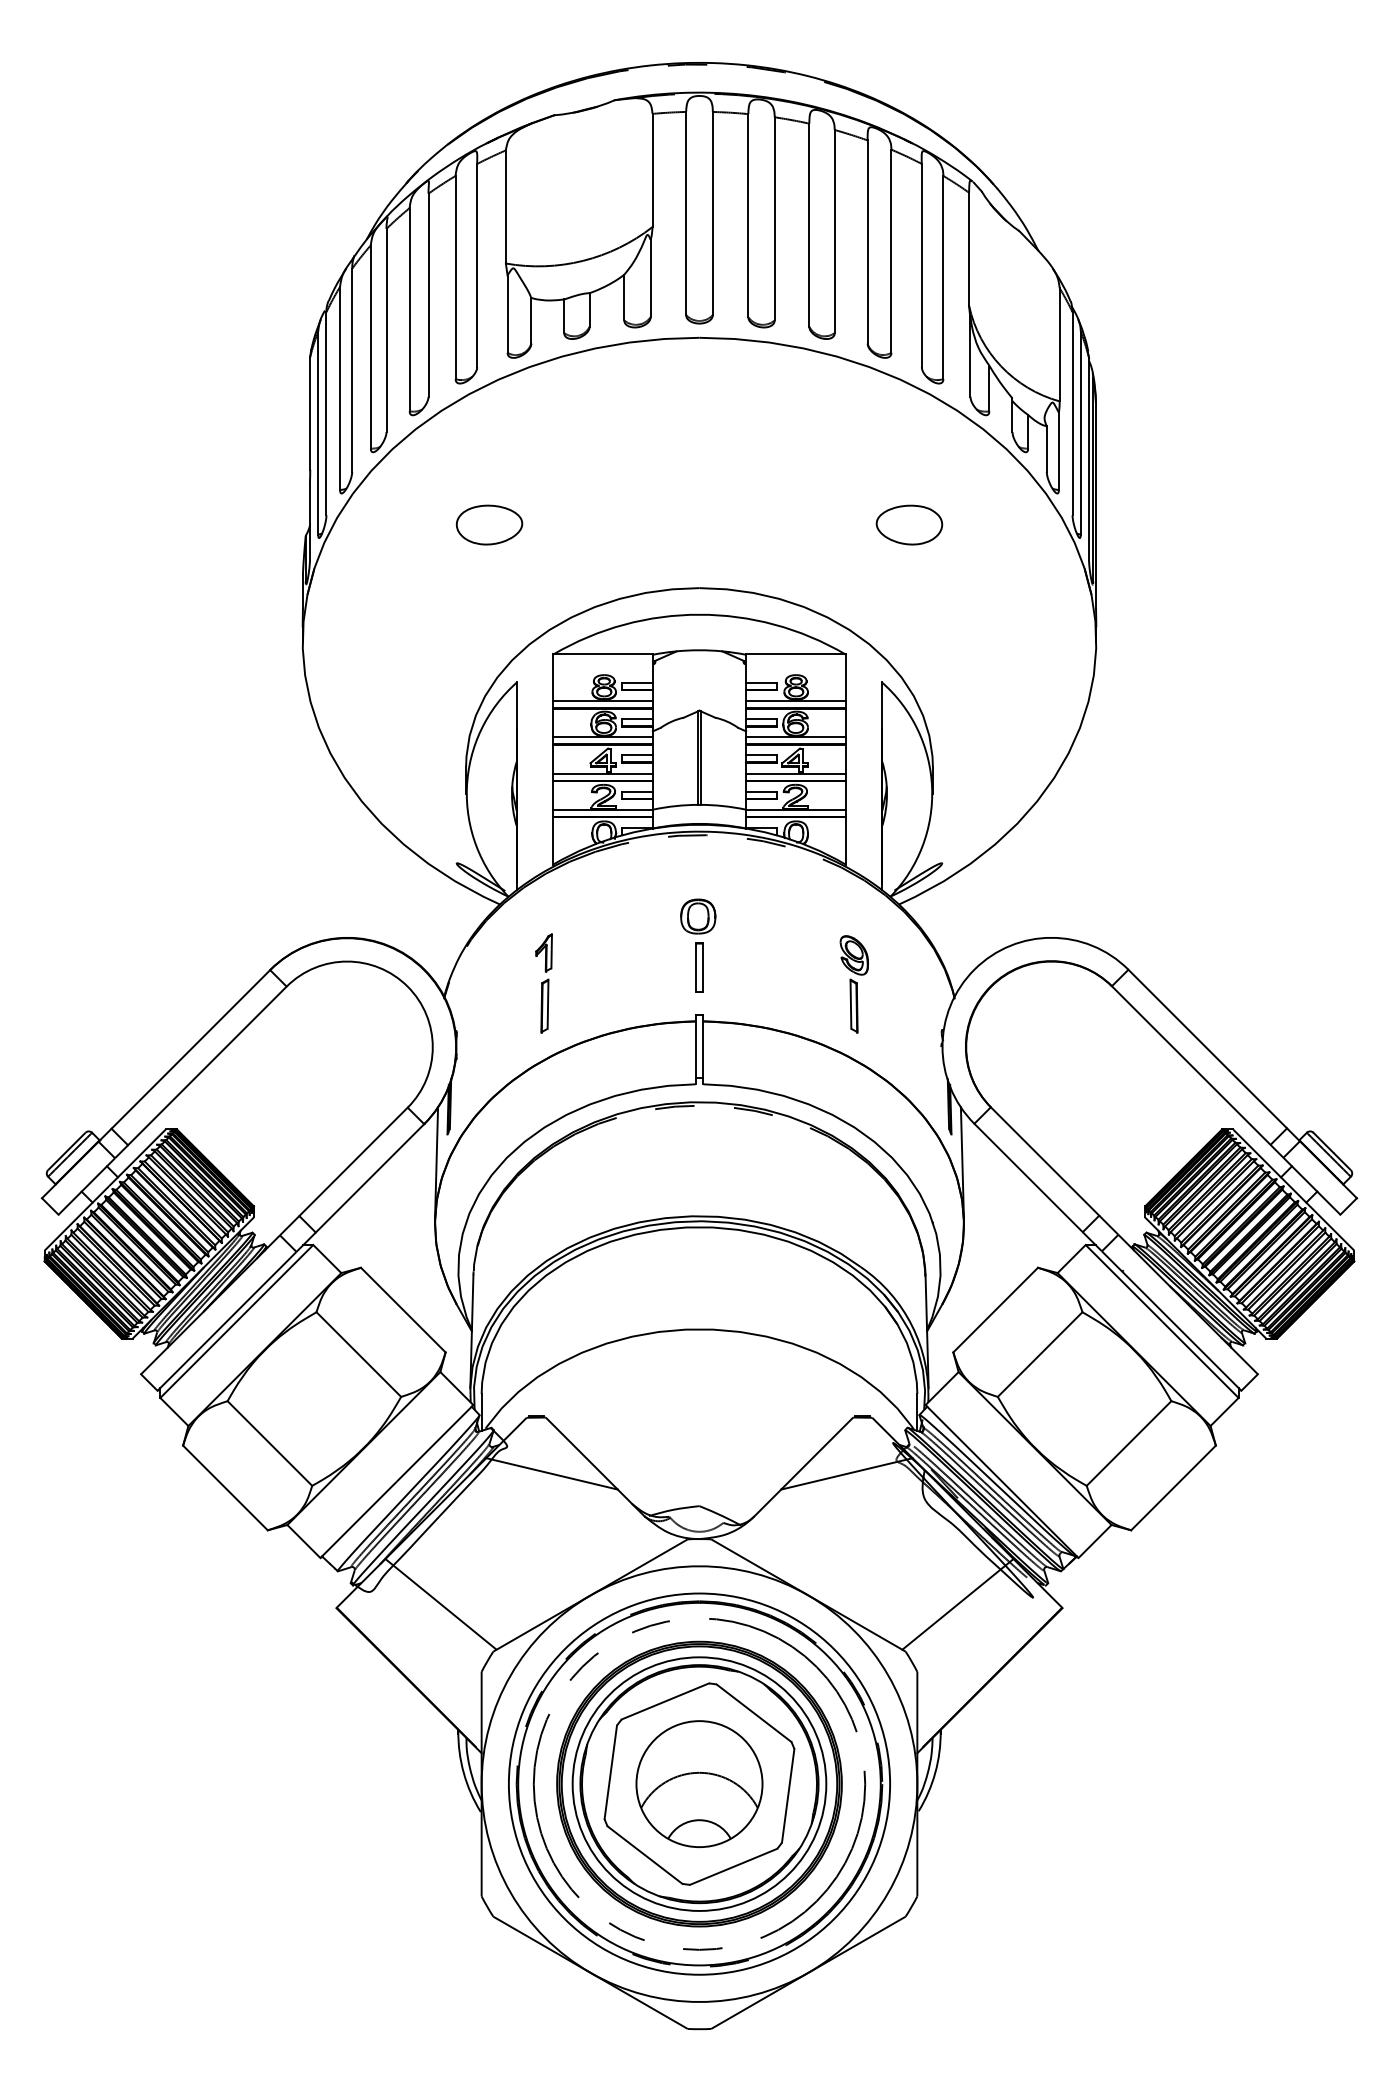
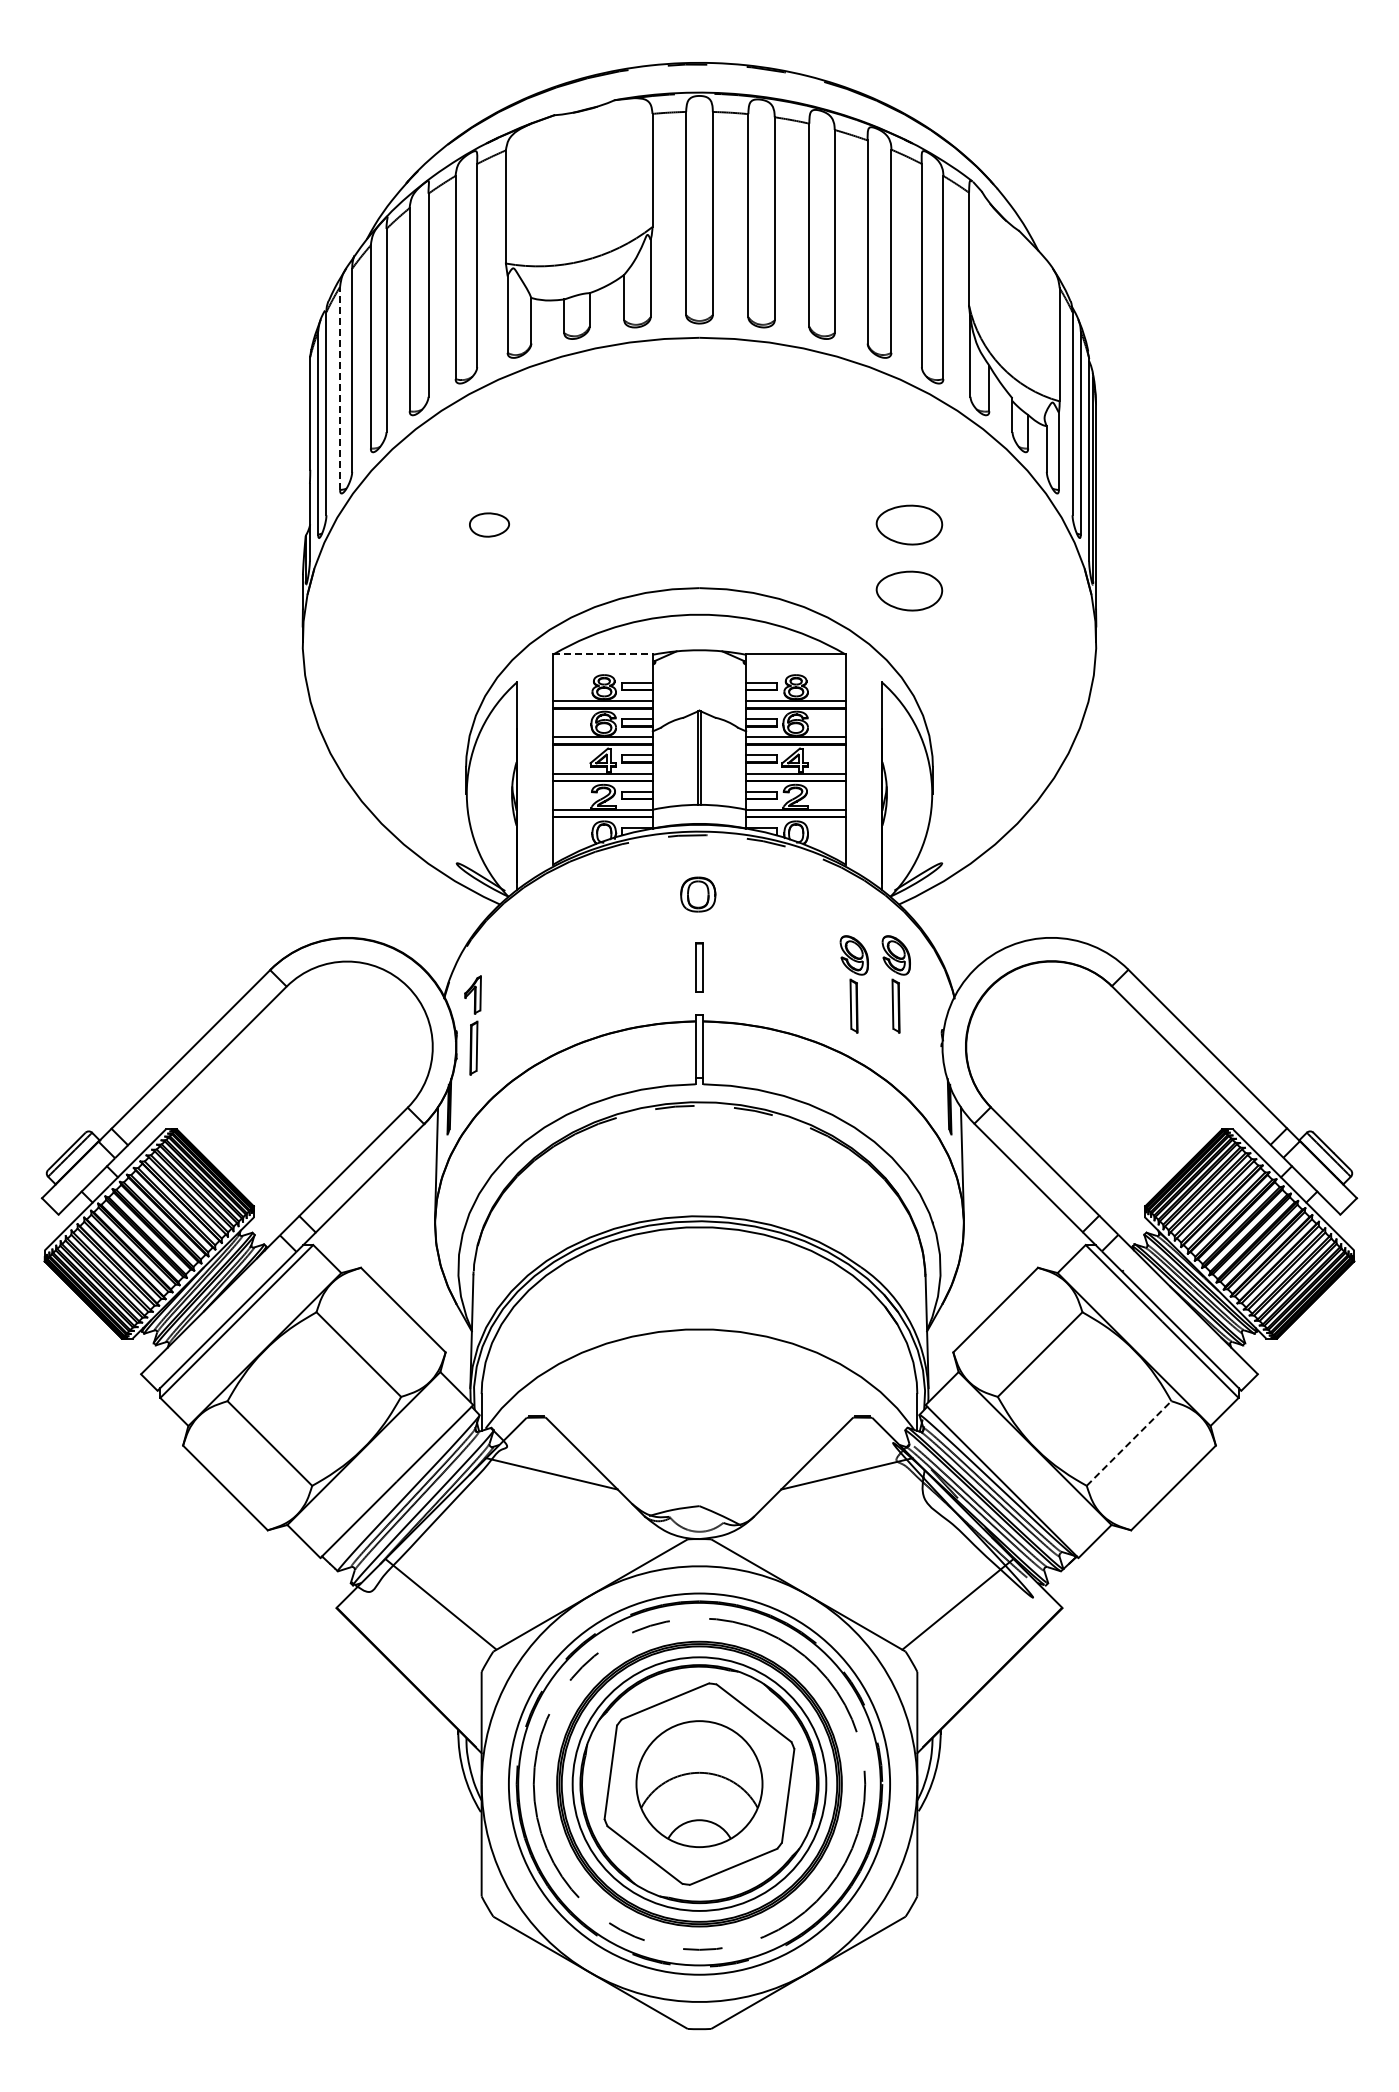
line at (340, 388): solid -> dashed
part at (489, 524) size: 69x42 px -> 41x26 px
part at (909, 590): none -> present
line at (603, 654): solid -> dashed
part at (698, 916) position: (698, 916) -> (698, 894)
part at (543, 983) position: (543, 983) -> (472, 1025)
part at (895, 984): none -> present
line at (1129, 1443): solid -> dashed
